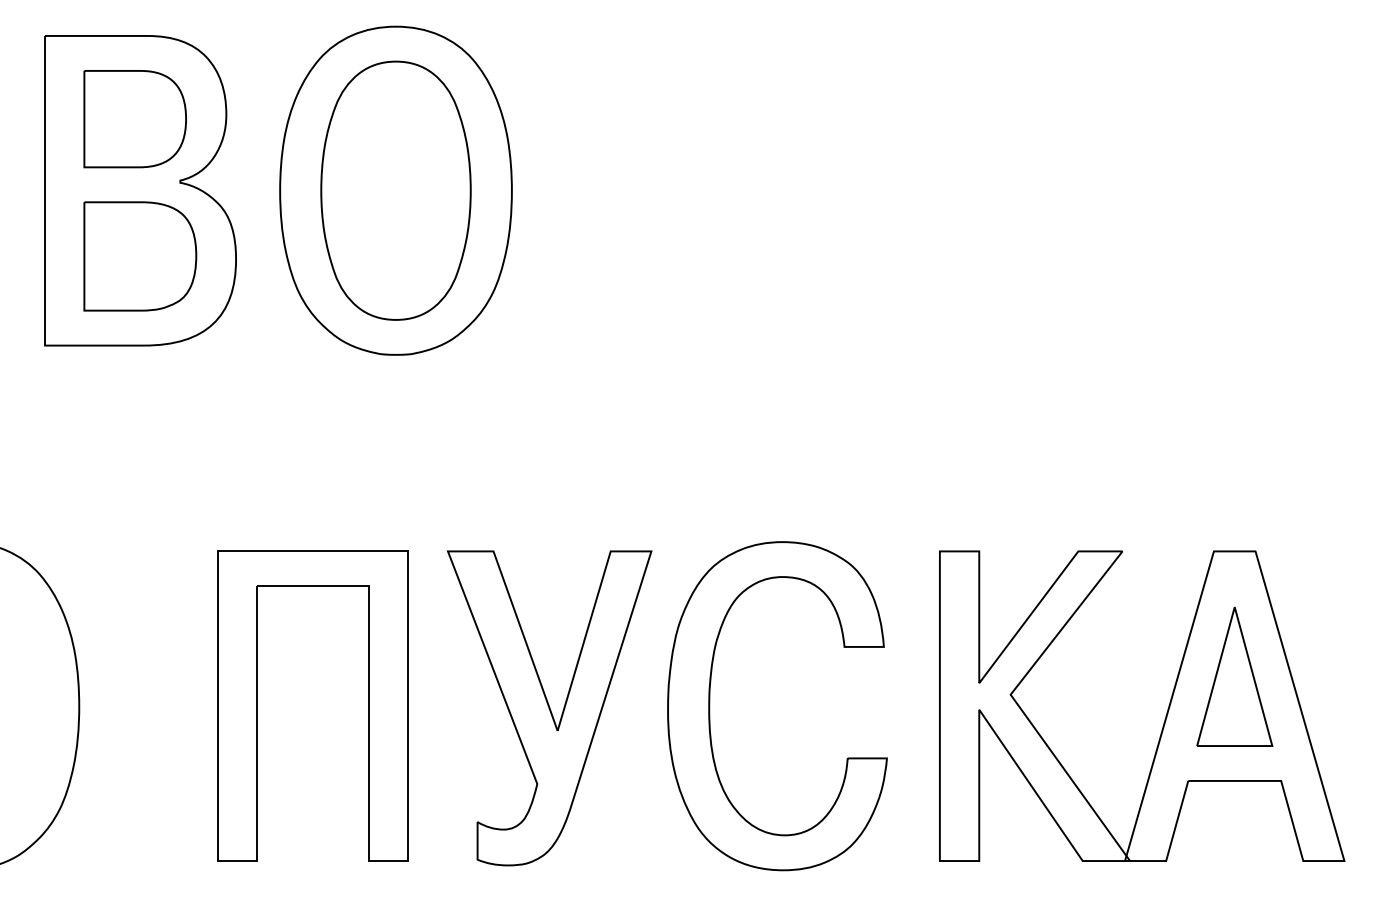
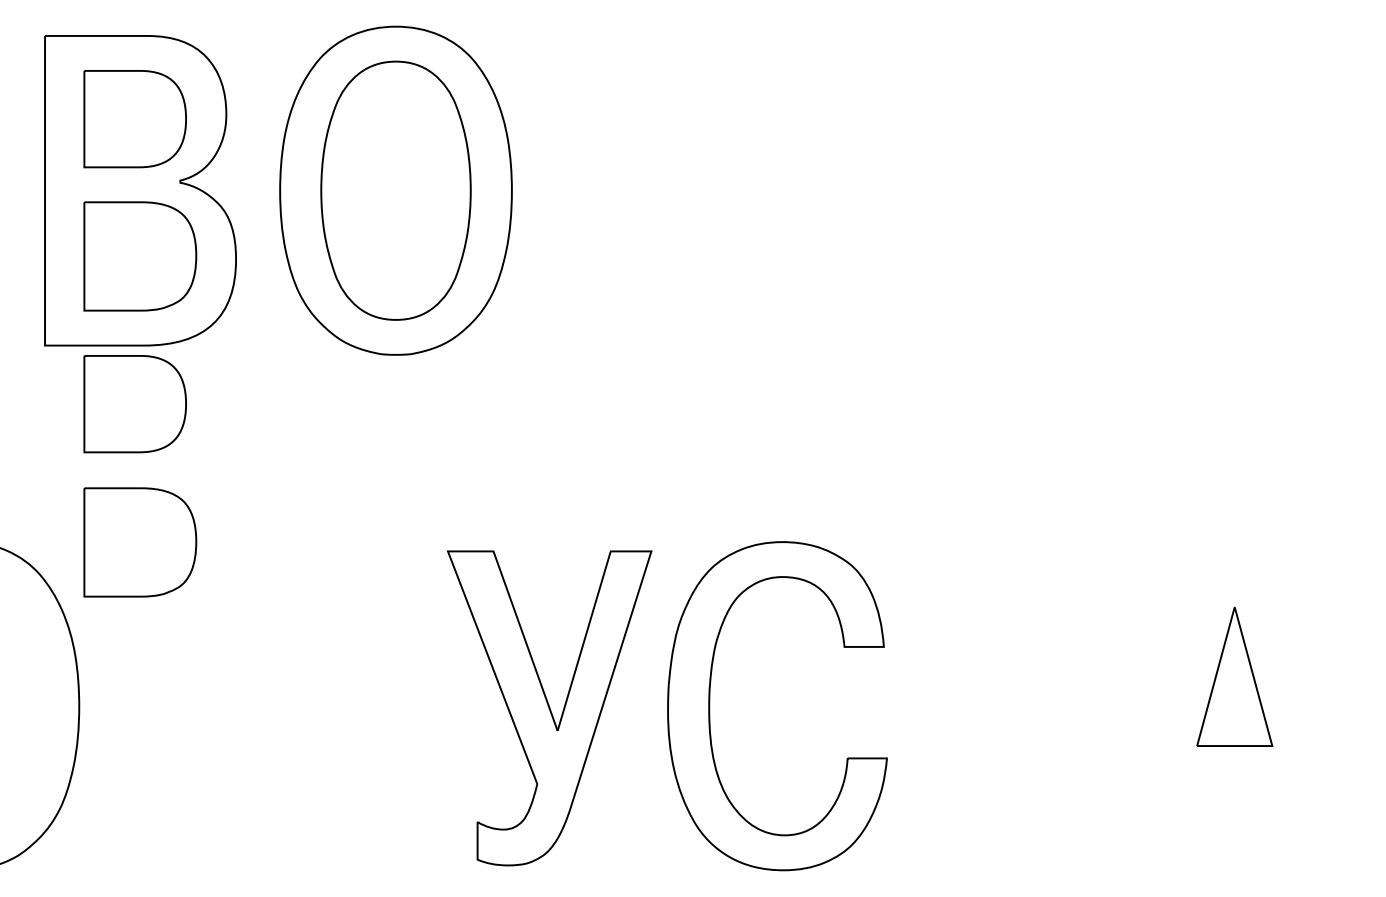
part at (134, 404): none -> present
part at (140, 542): none -> present
part at (257, 705): present -> none
part at (1166, 712): present -> none
